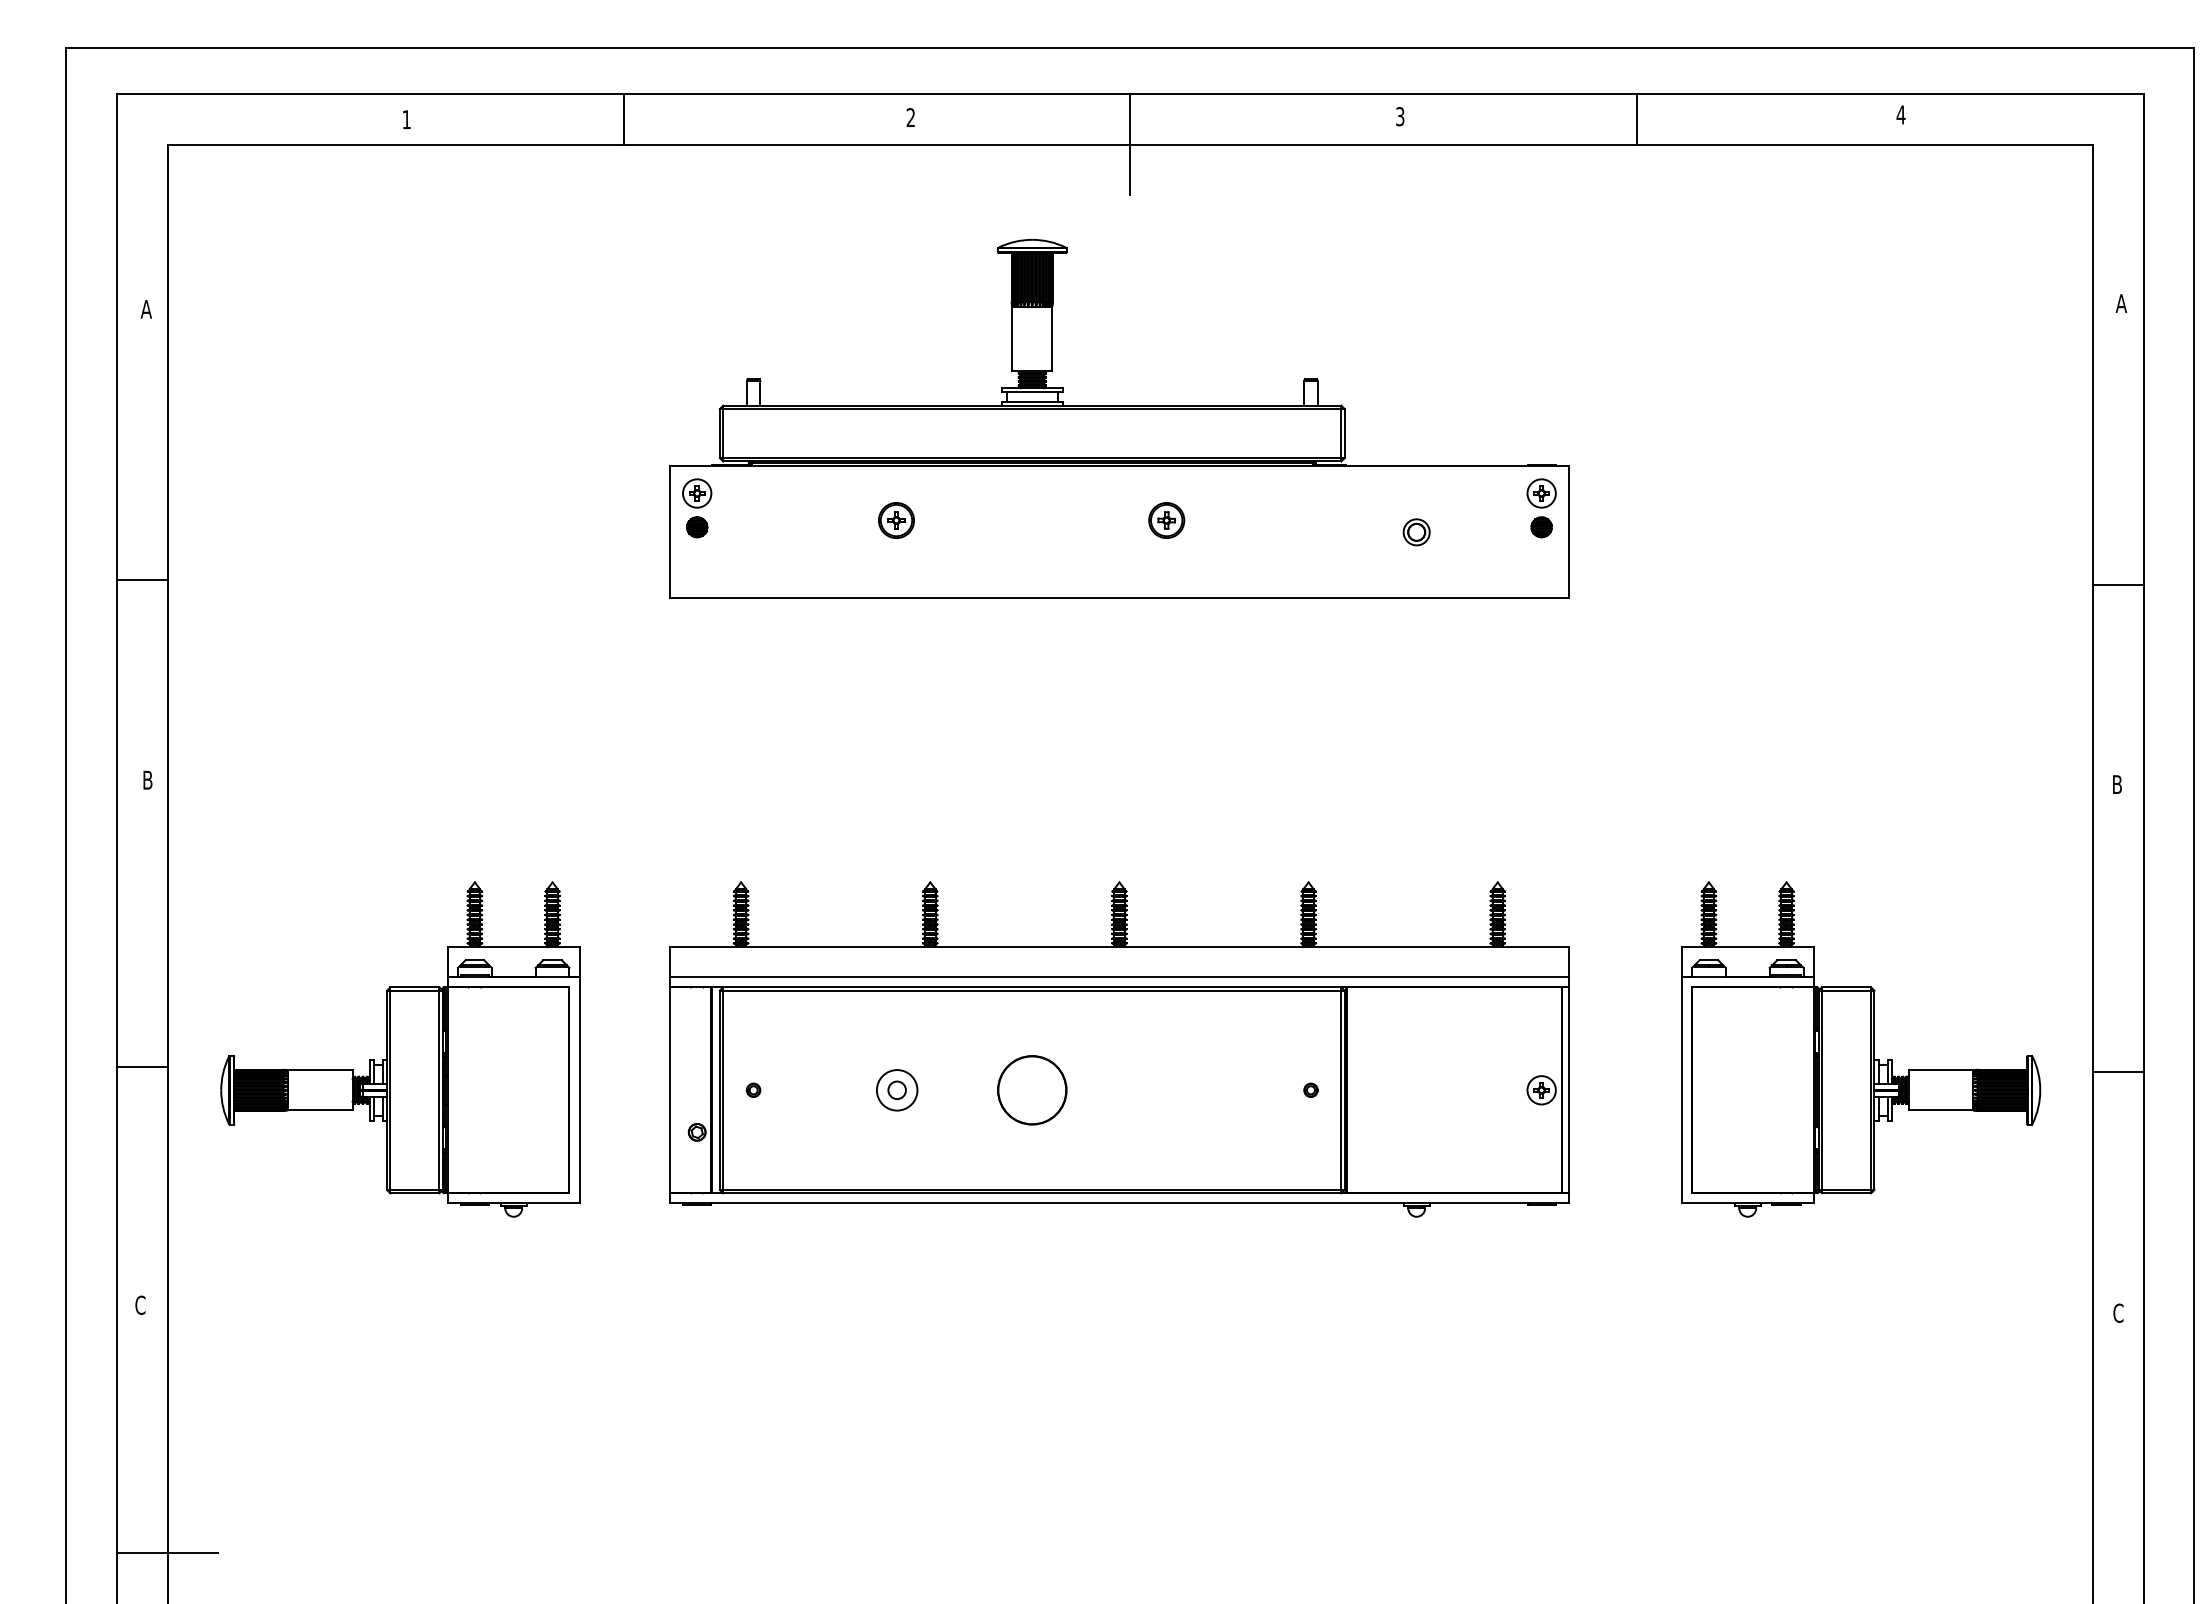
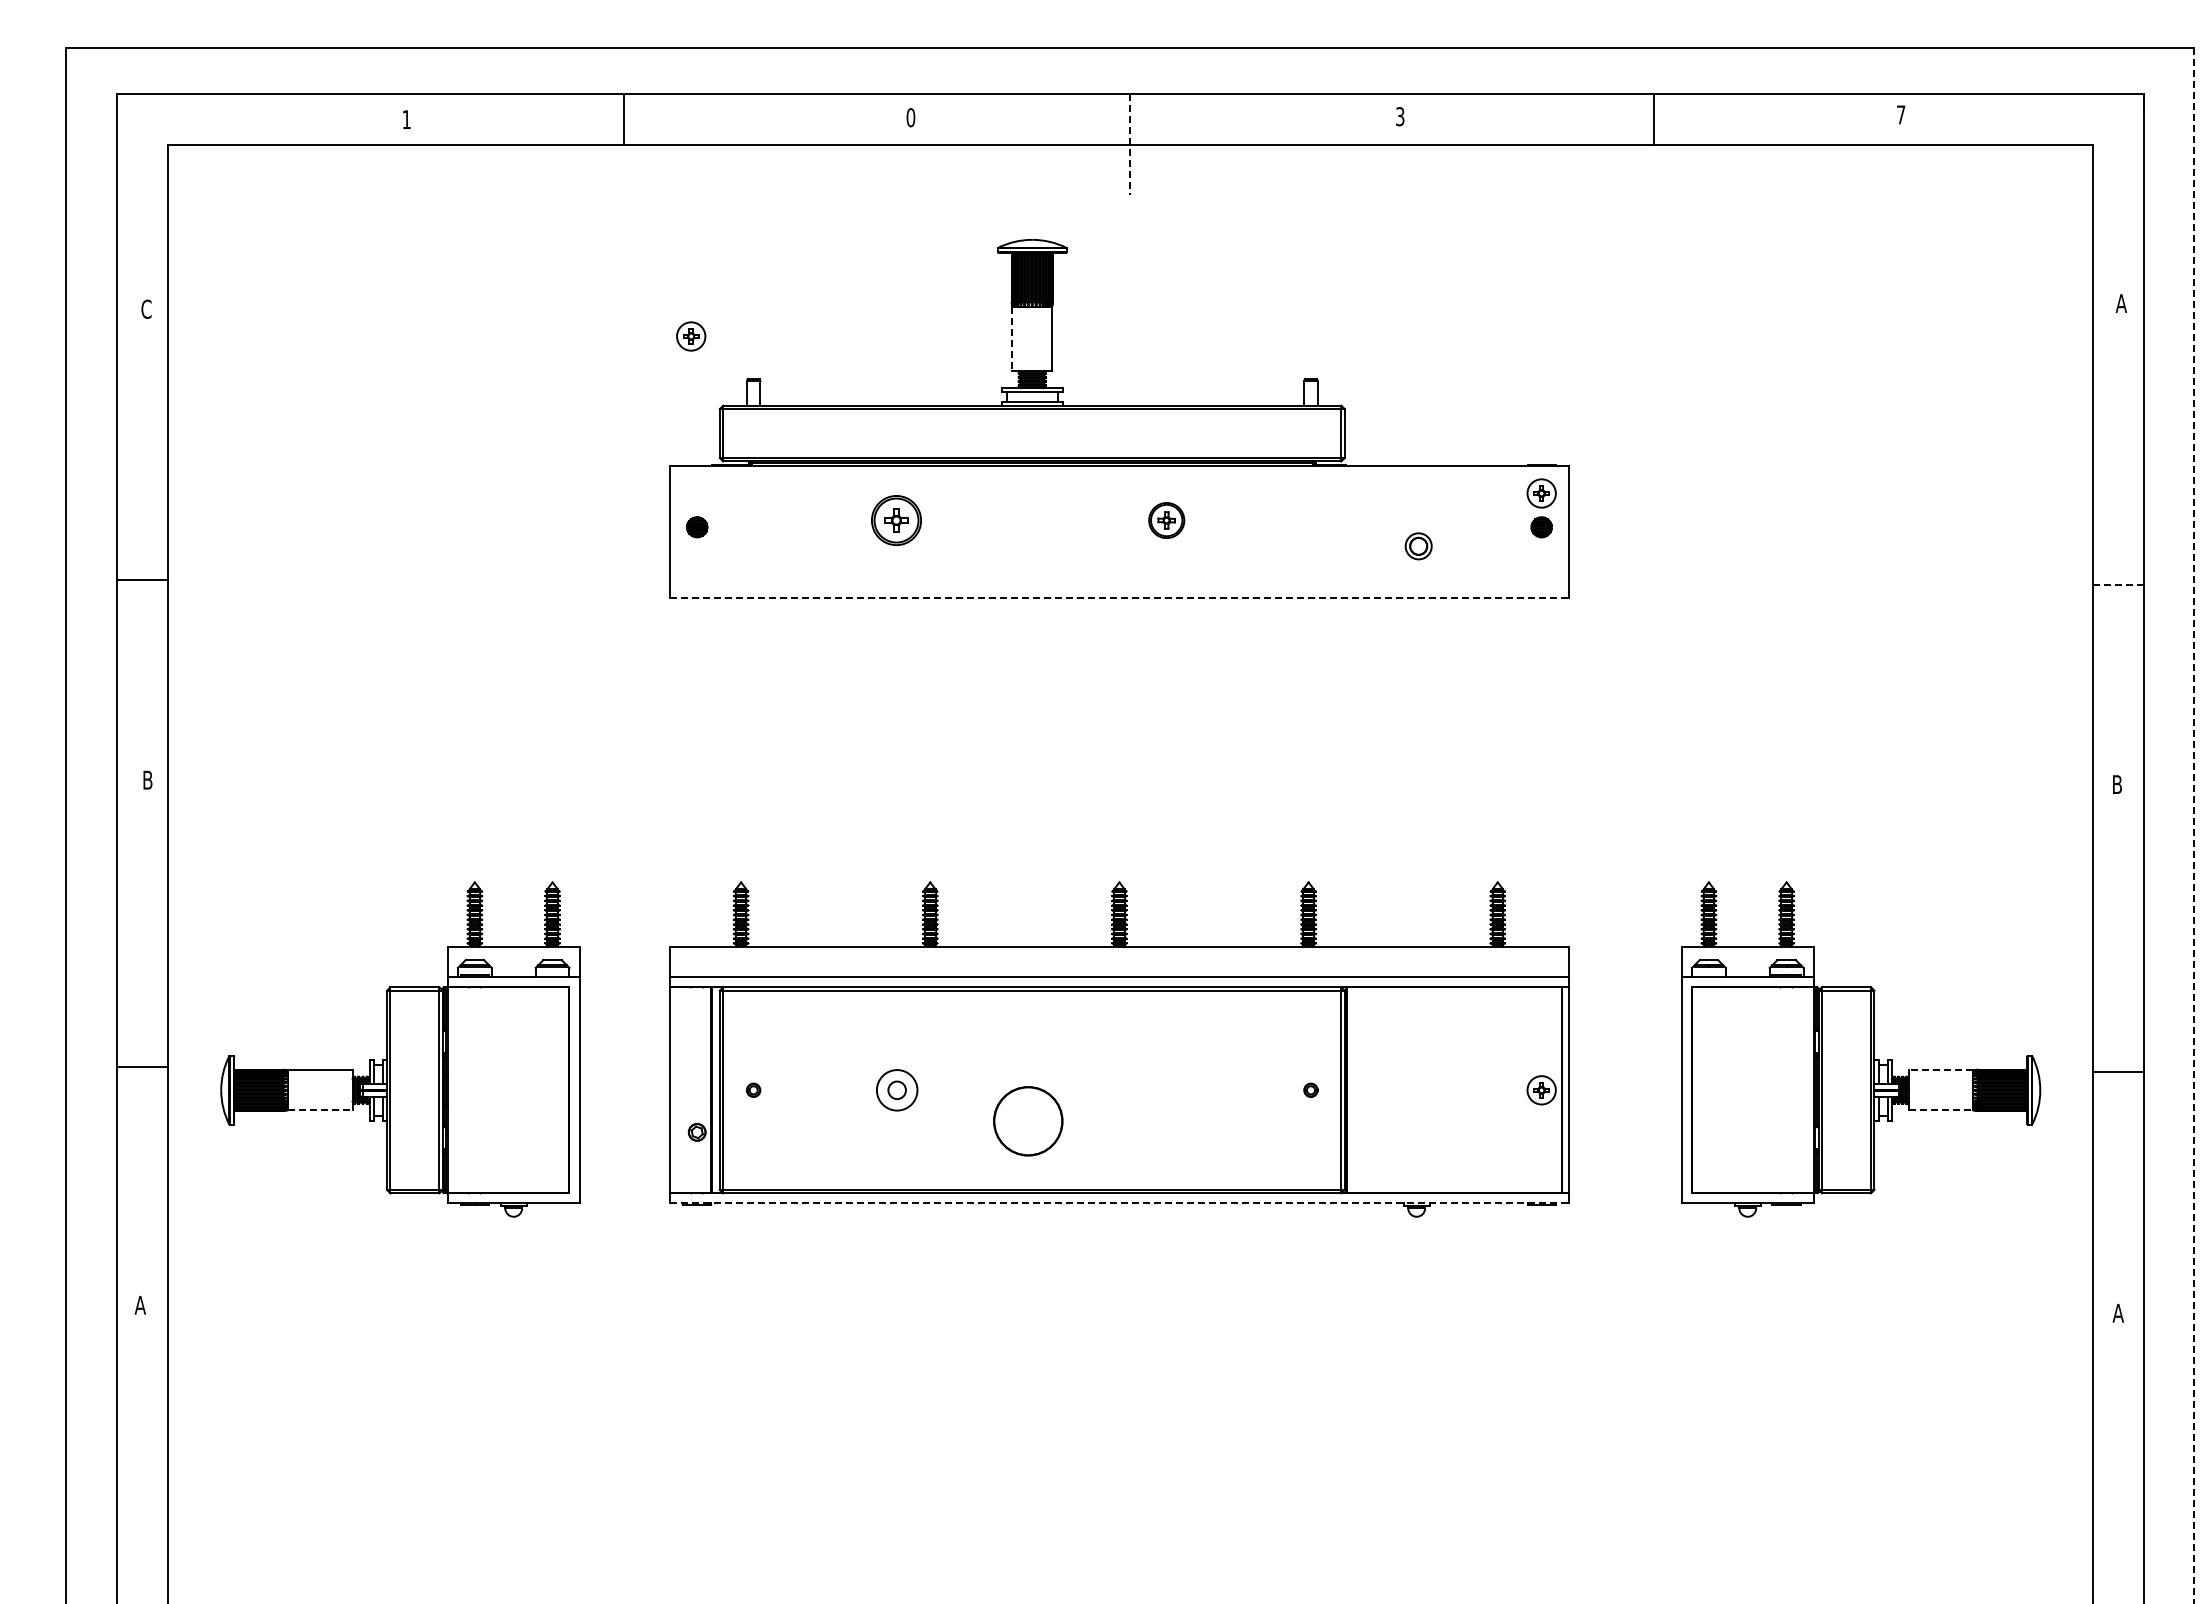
text at (1900, 114): 4 -> 7
text at (910, 117): 2 -> 0
line at (1637, 118) position: (1637, 118) -> (1654, 118)
line at (1130, 144): solid -> dashed
text at (145, 308): A -> C
line at (1012, 339): solid -> dashed
part at (697, 493) position: (697, 493) -> (691, 336)
part at (896, 520) size: 37x37 px -> 51x51 px
part at (1416, 532) position: (1416, 532) -> (1418, 546)
line at (2118, 585): solid -> dashed
line at (1119, 598): solid -> dashed
line at (2194, 826): solid -> dashed
line at (1940, 1070): solid -> dashed
circle at (1032, 1090) position: (1032, 1090) -> (1028, 1121)
line at (321, 1110): solid -> dashed
line at (1941, 1110): solid -> dashed
line at (1119, 1203): solid -> dashed
text at (139, 1304): C -> A
text at (2117, 1312): C -> A
line at (167, 1553): present -> none
